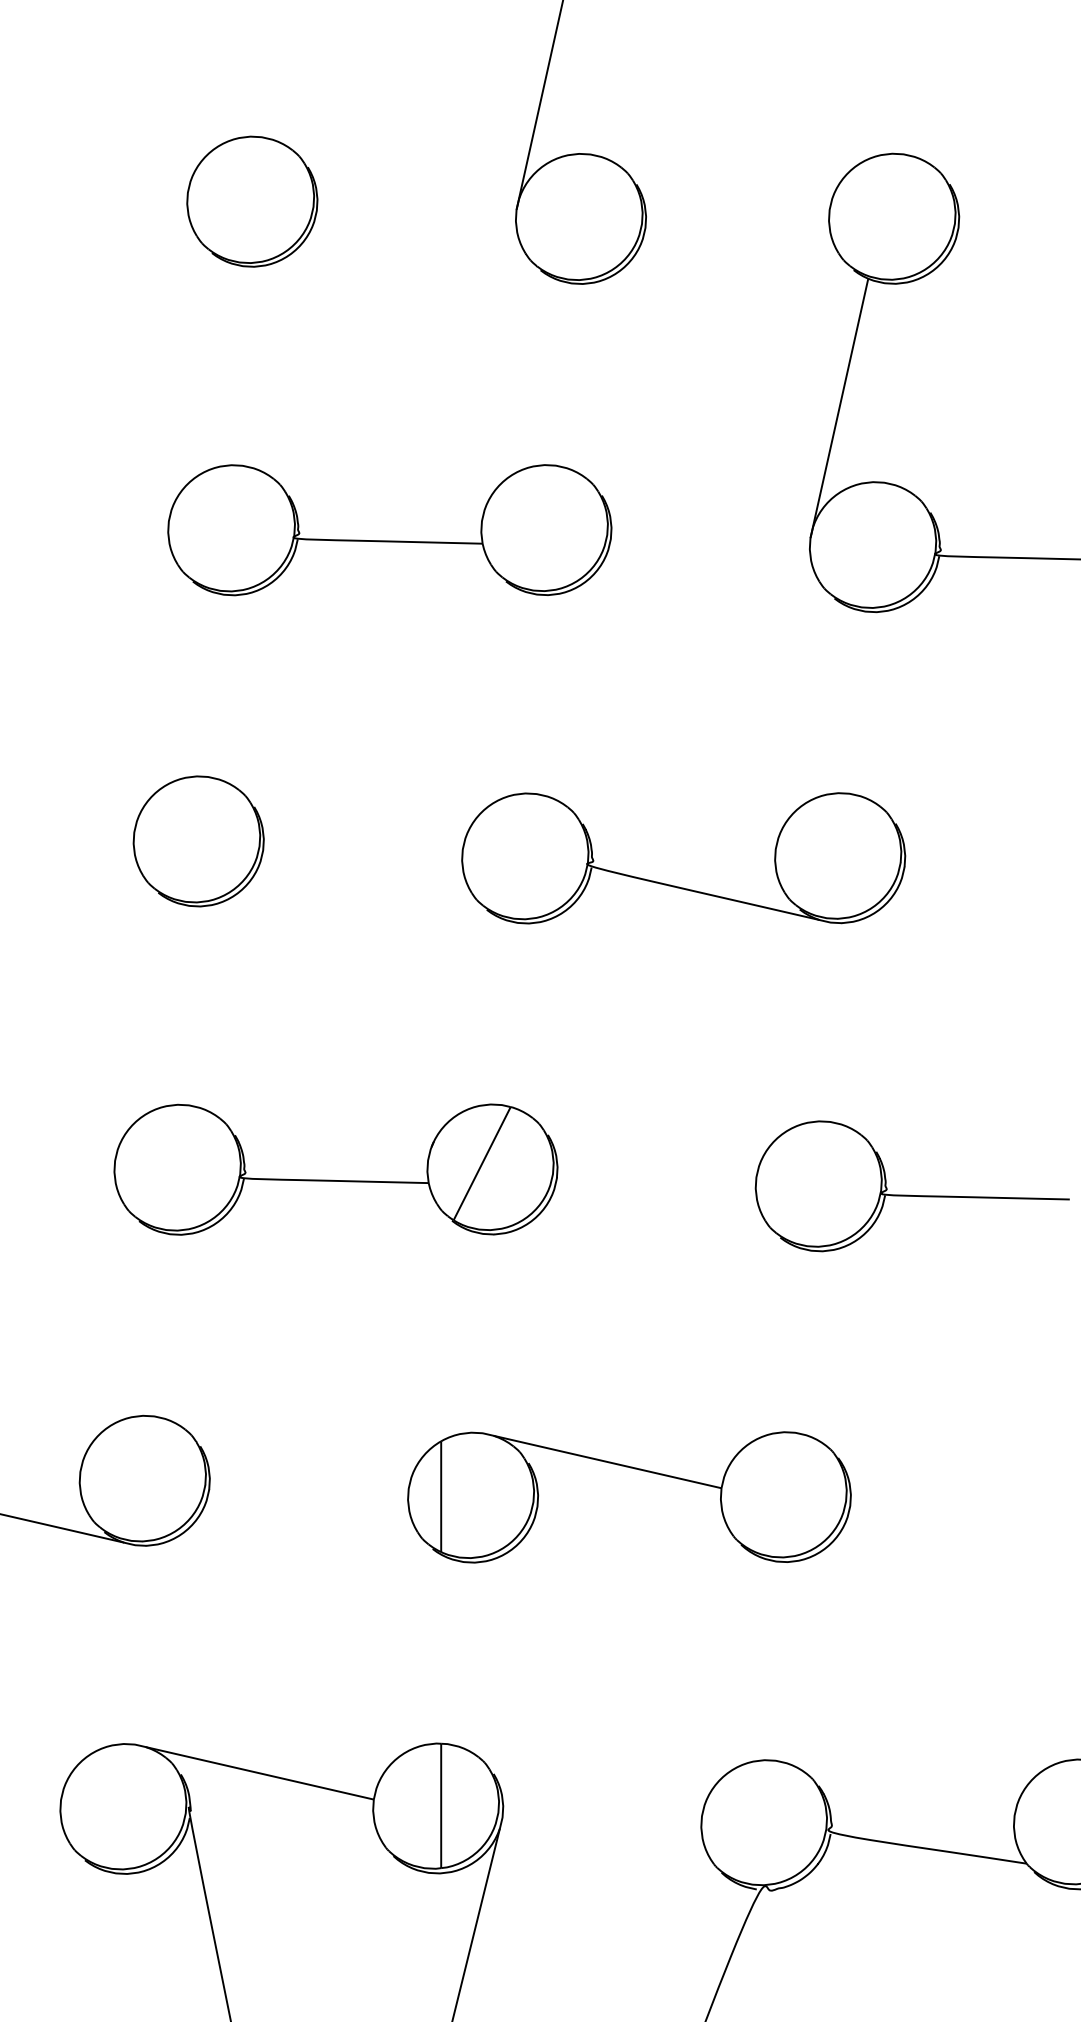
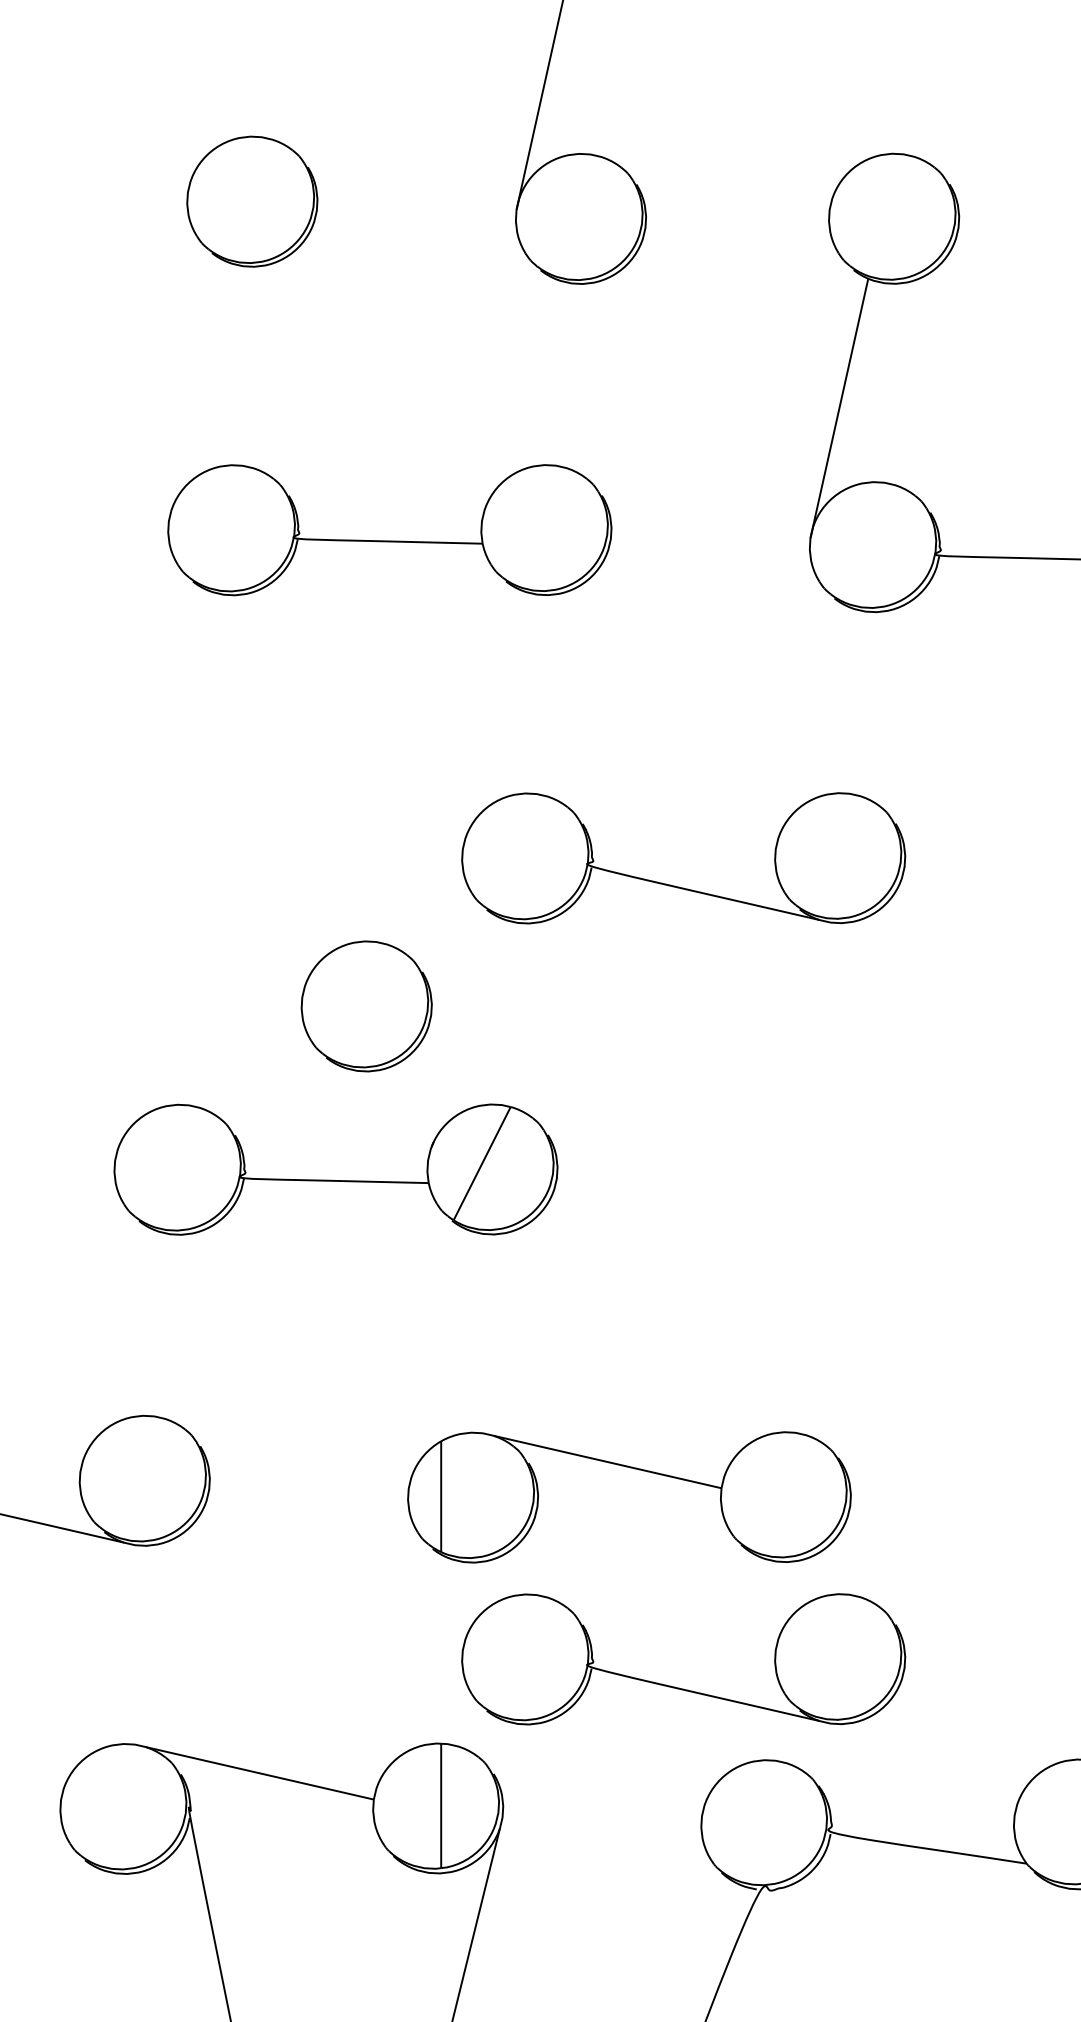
part at (198, 841) position: (198, 841) -> (366, 1006)
part at (909, 1194): present -> none
part at (675, 1686): none -> present
